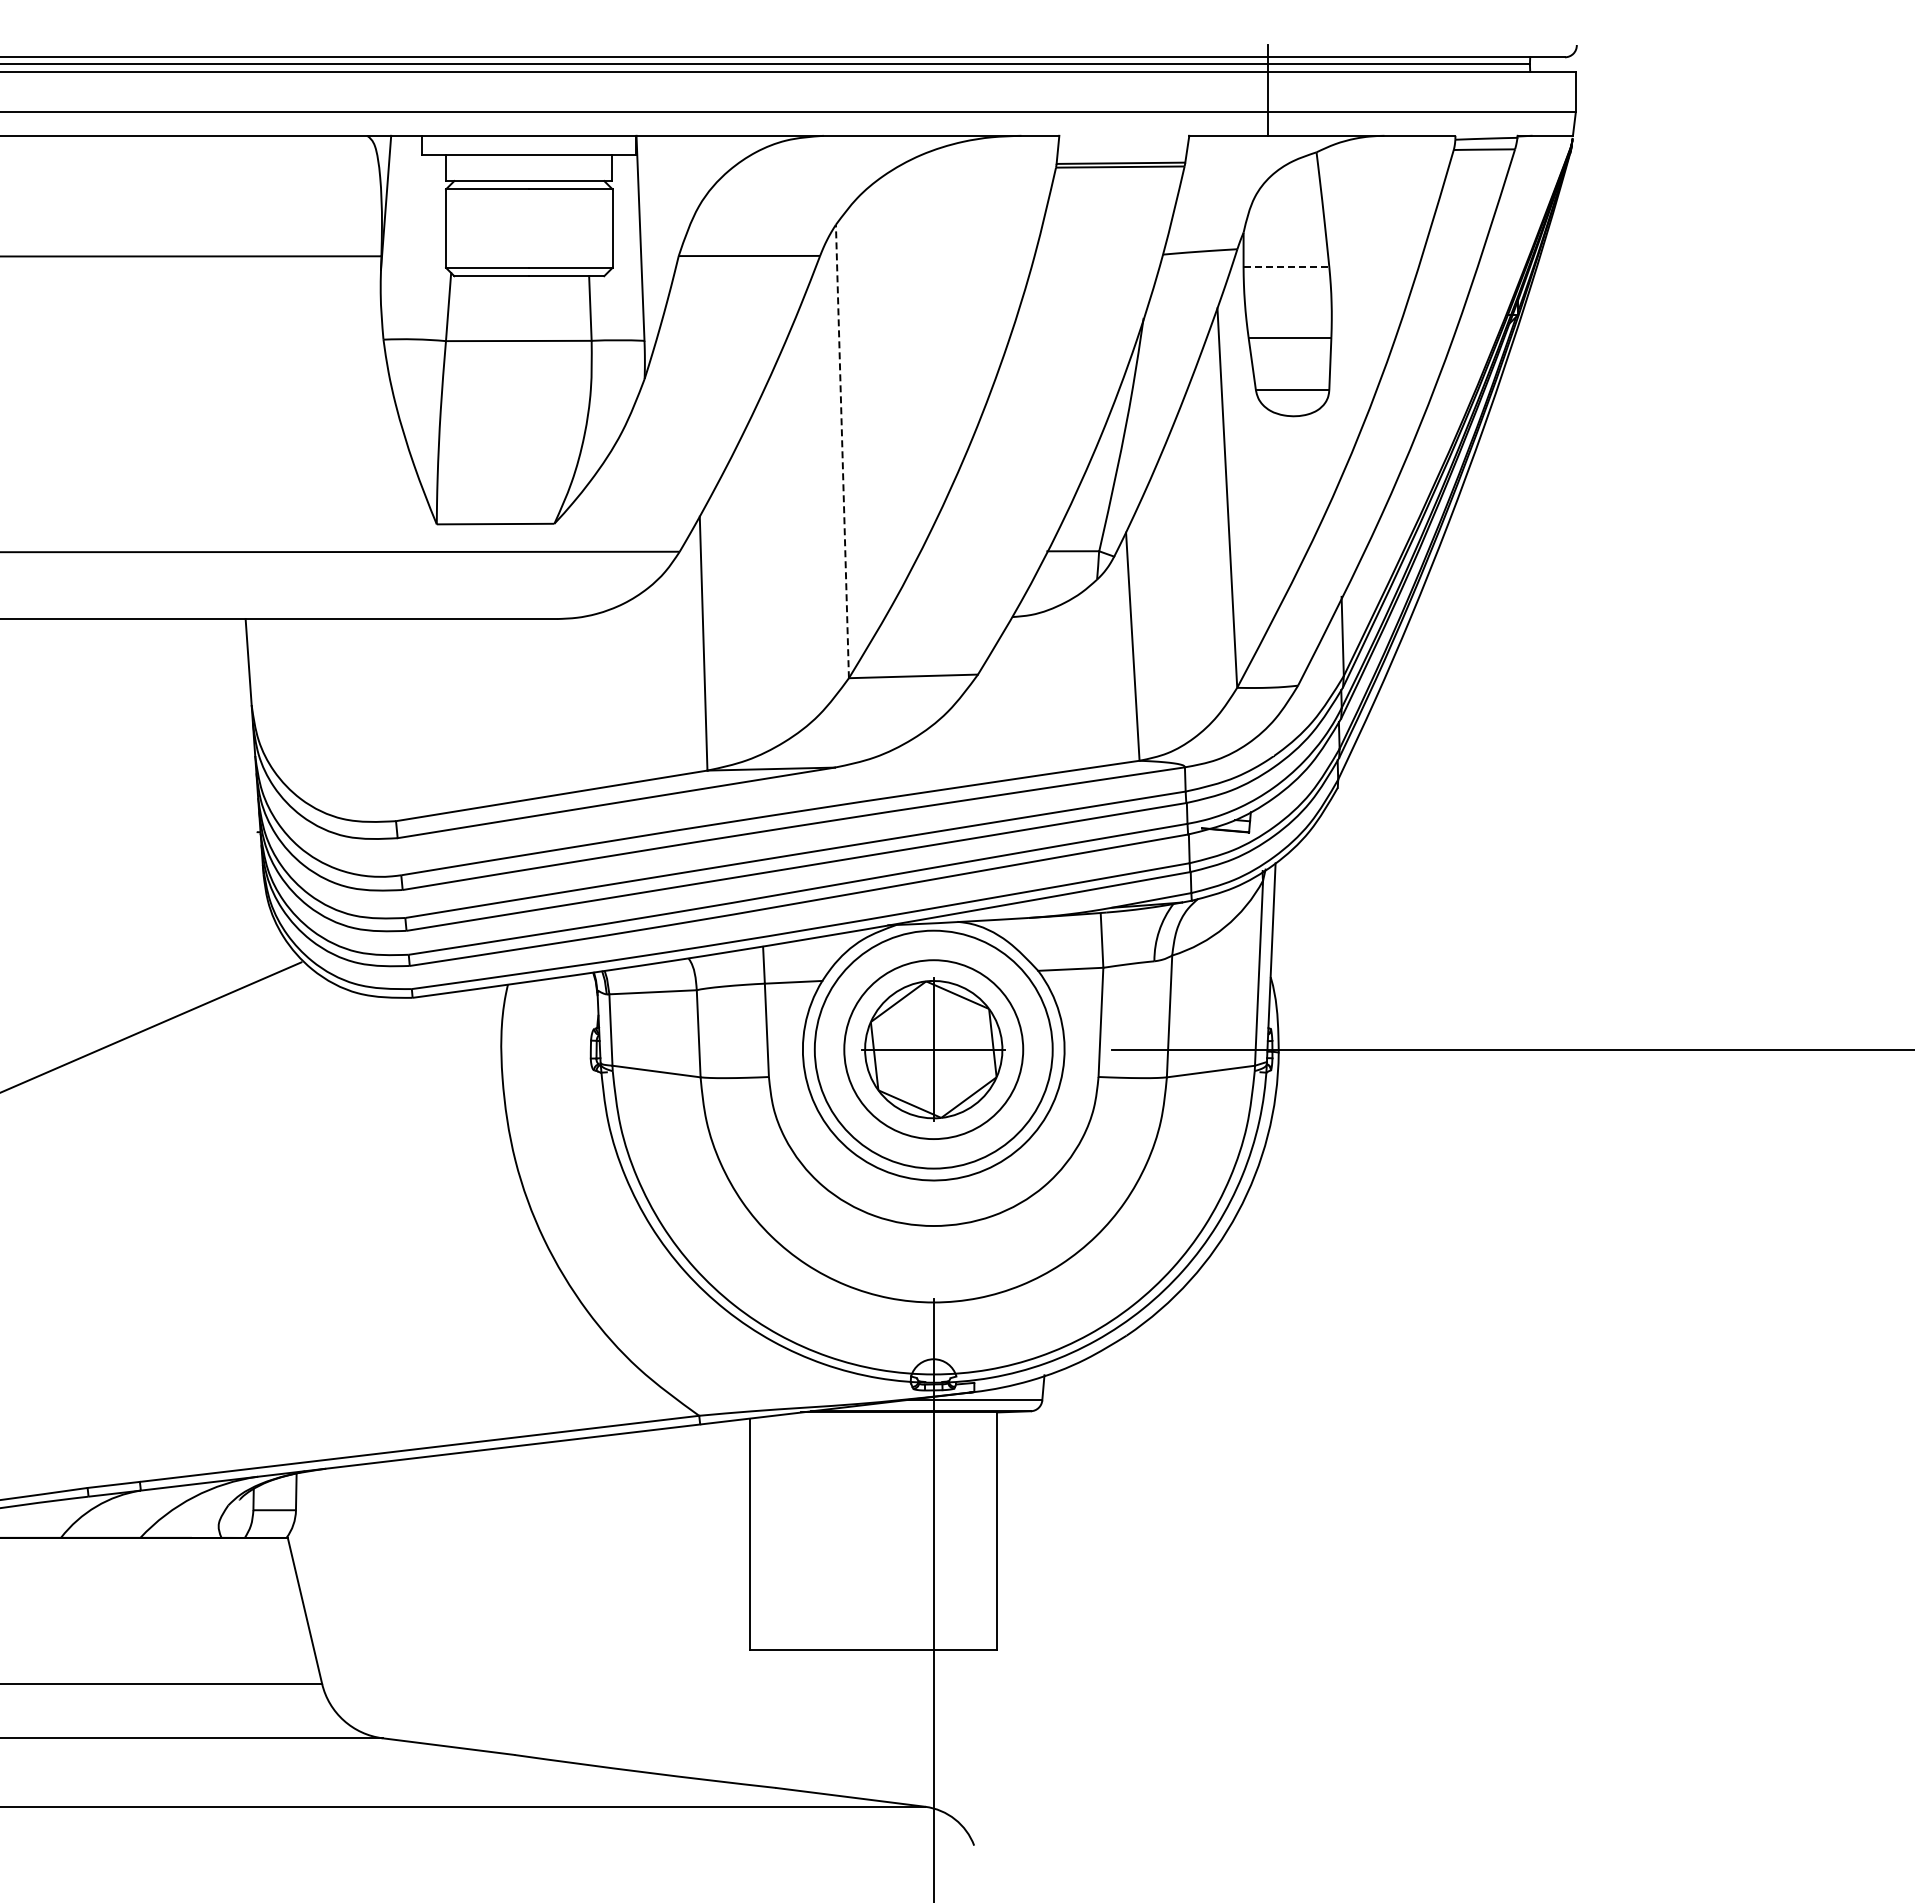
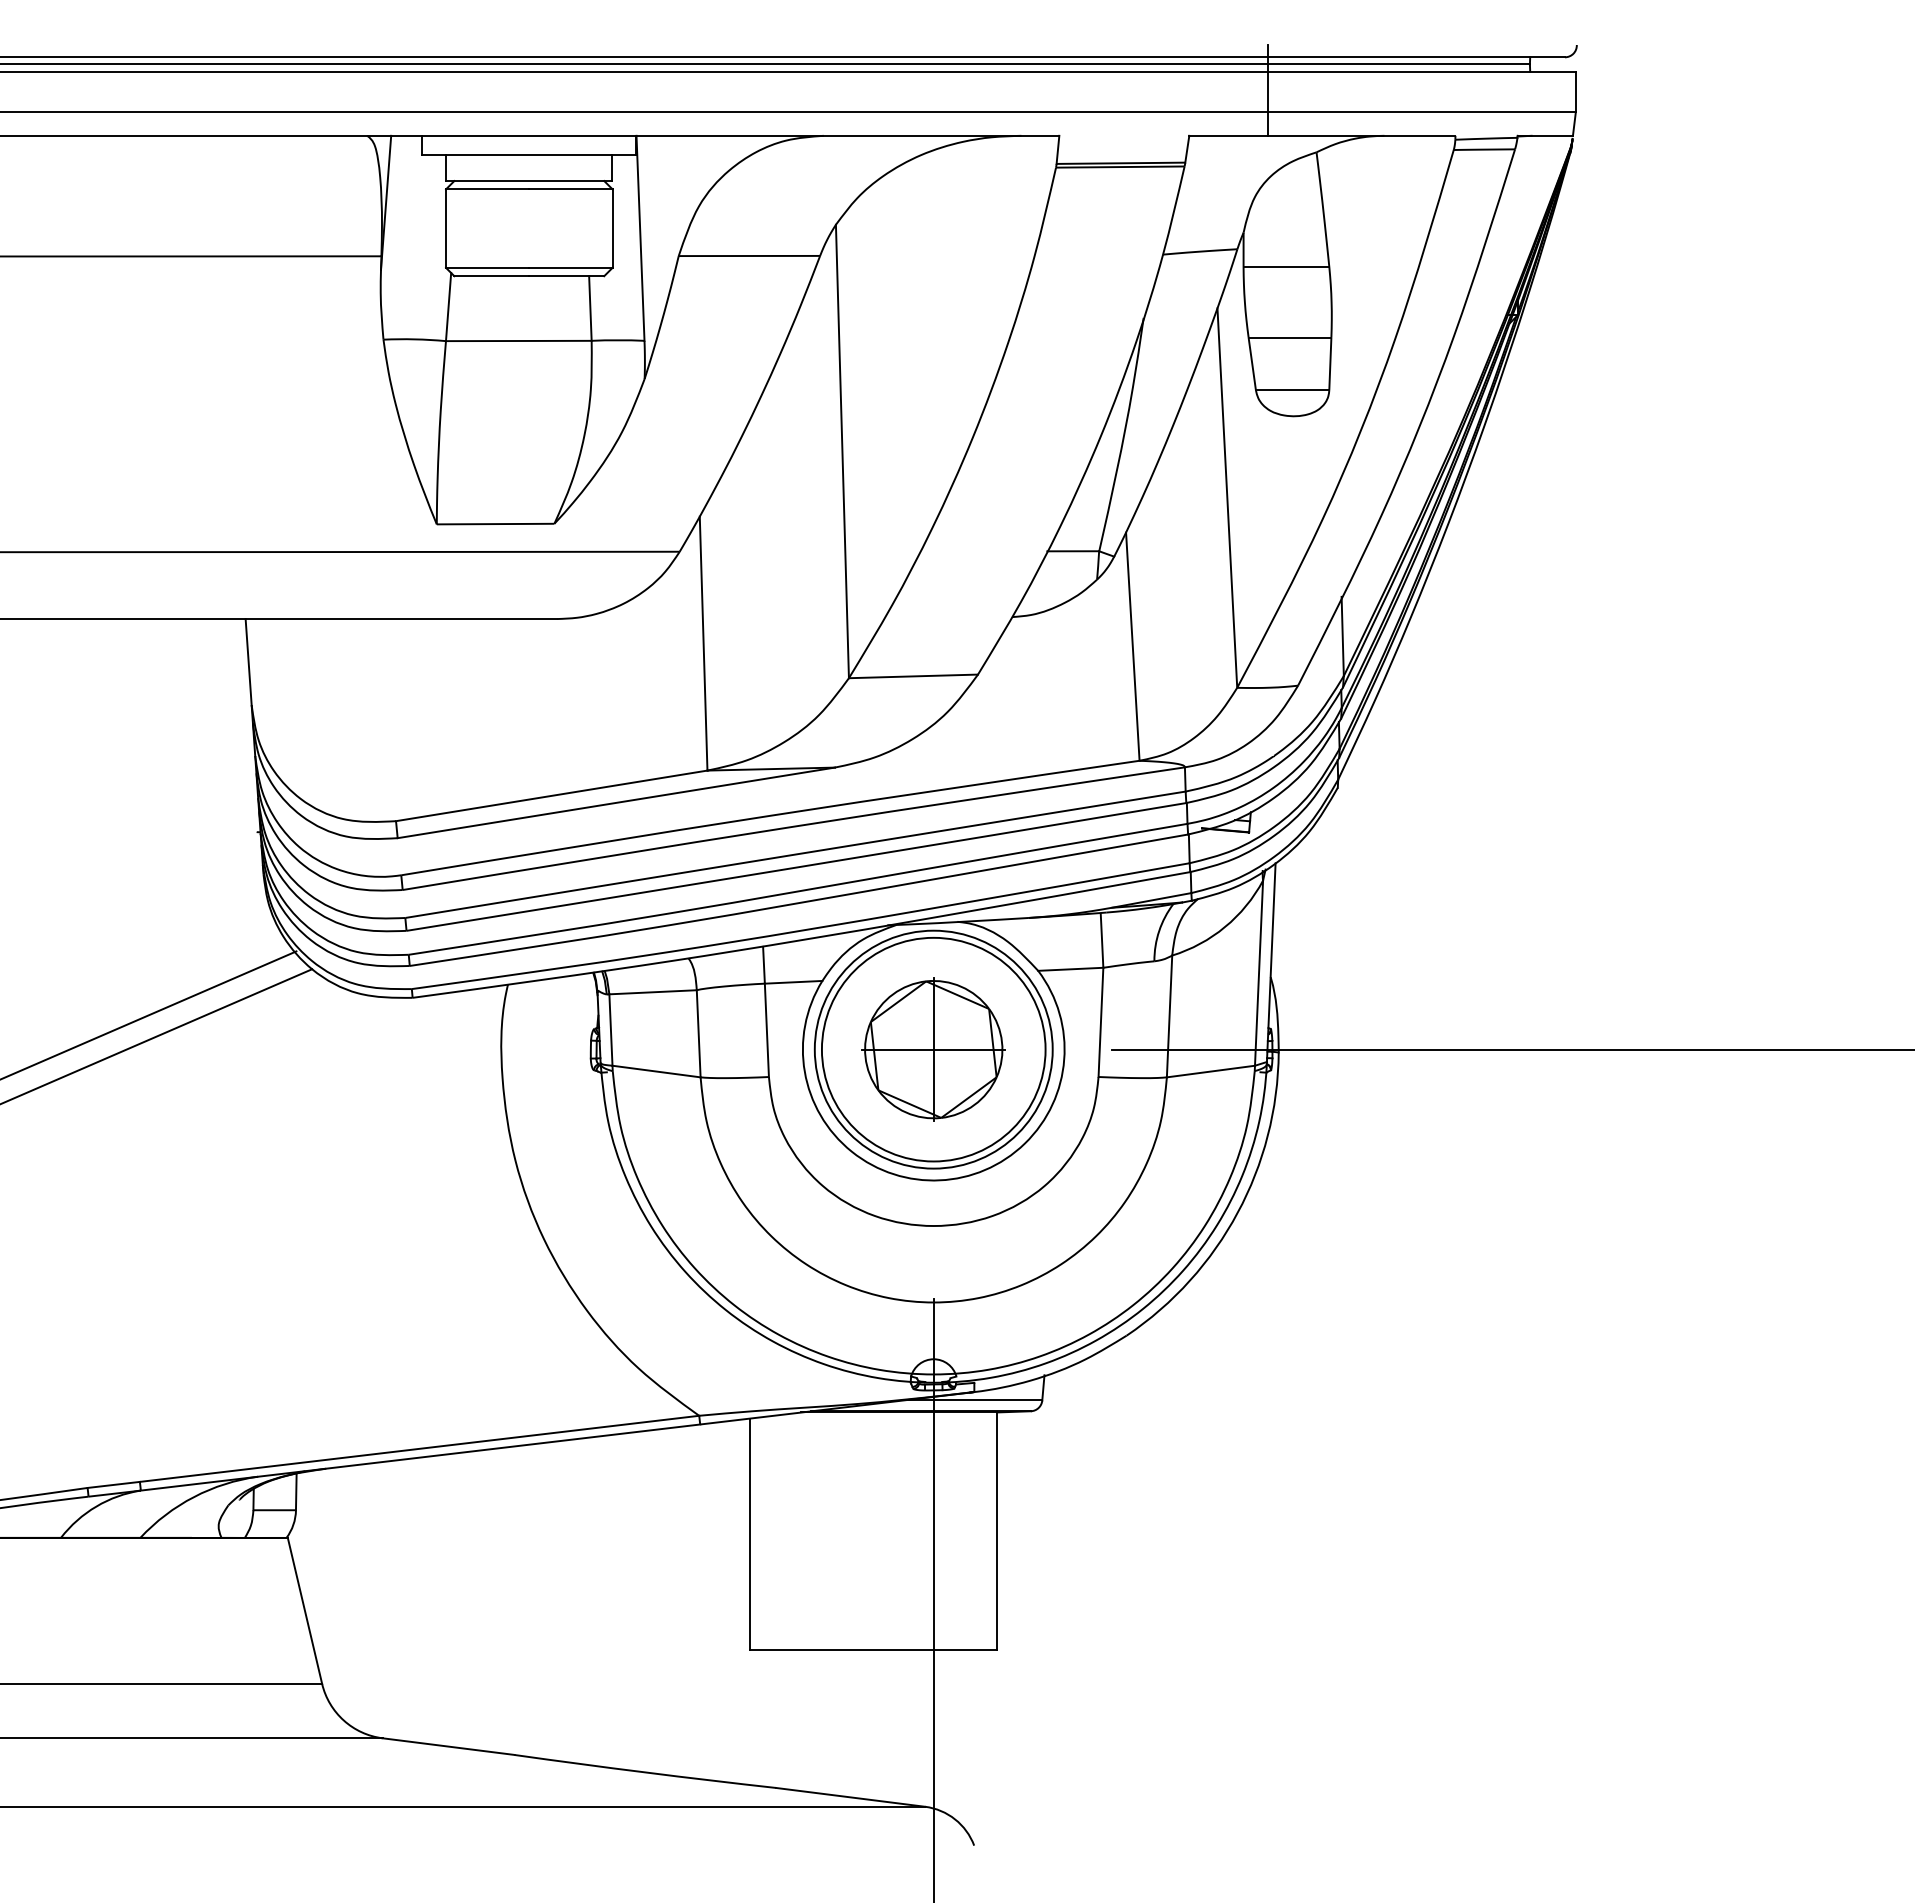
line at (1286, 267): dashed -> solid
line at (842, 451): dashed -> solid
line at (151, 1026) position: (151, 1026) -> (149, 1014)
line at (157, 1036): none -> present
circle at (933, 1049) diameter: 179 px -> 224 px
